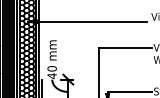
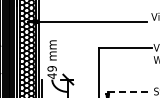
text at (51, 68): 40 -> 49
line at (130, 91): solid -> dashed
